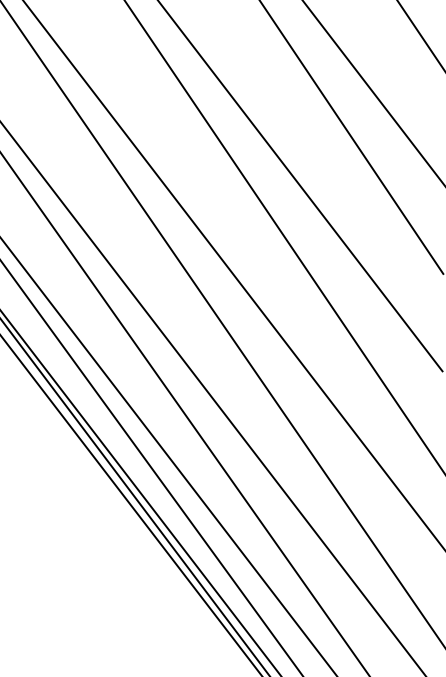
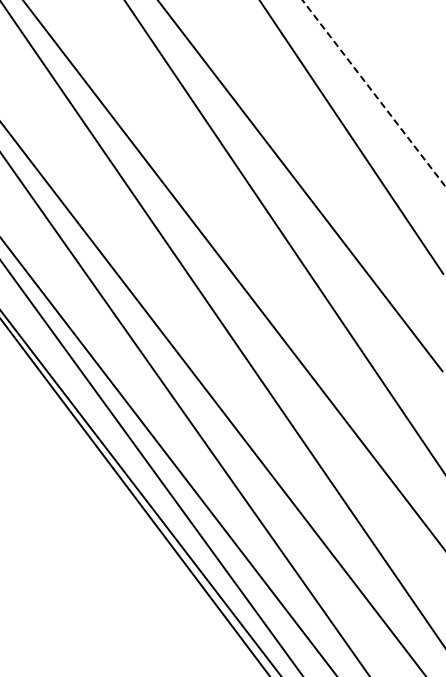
line at (420, 34): present -> none
line at (374, 94): solid -> dashed
line at (130, 505): present -> none
